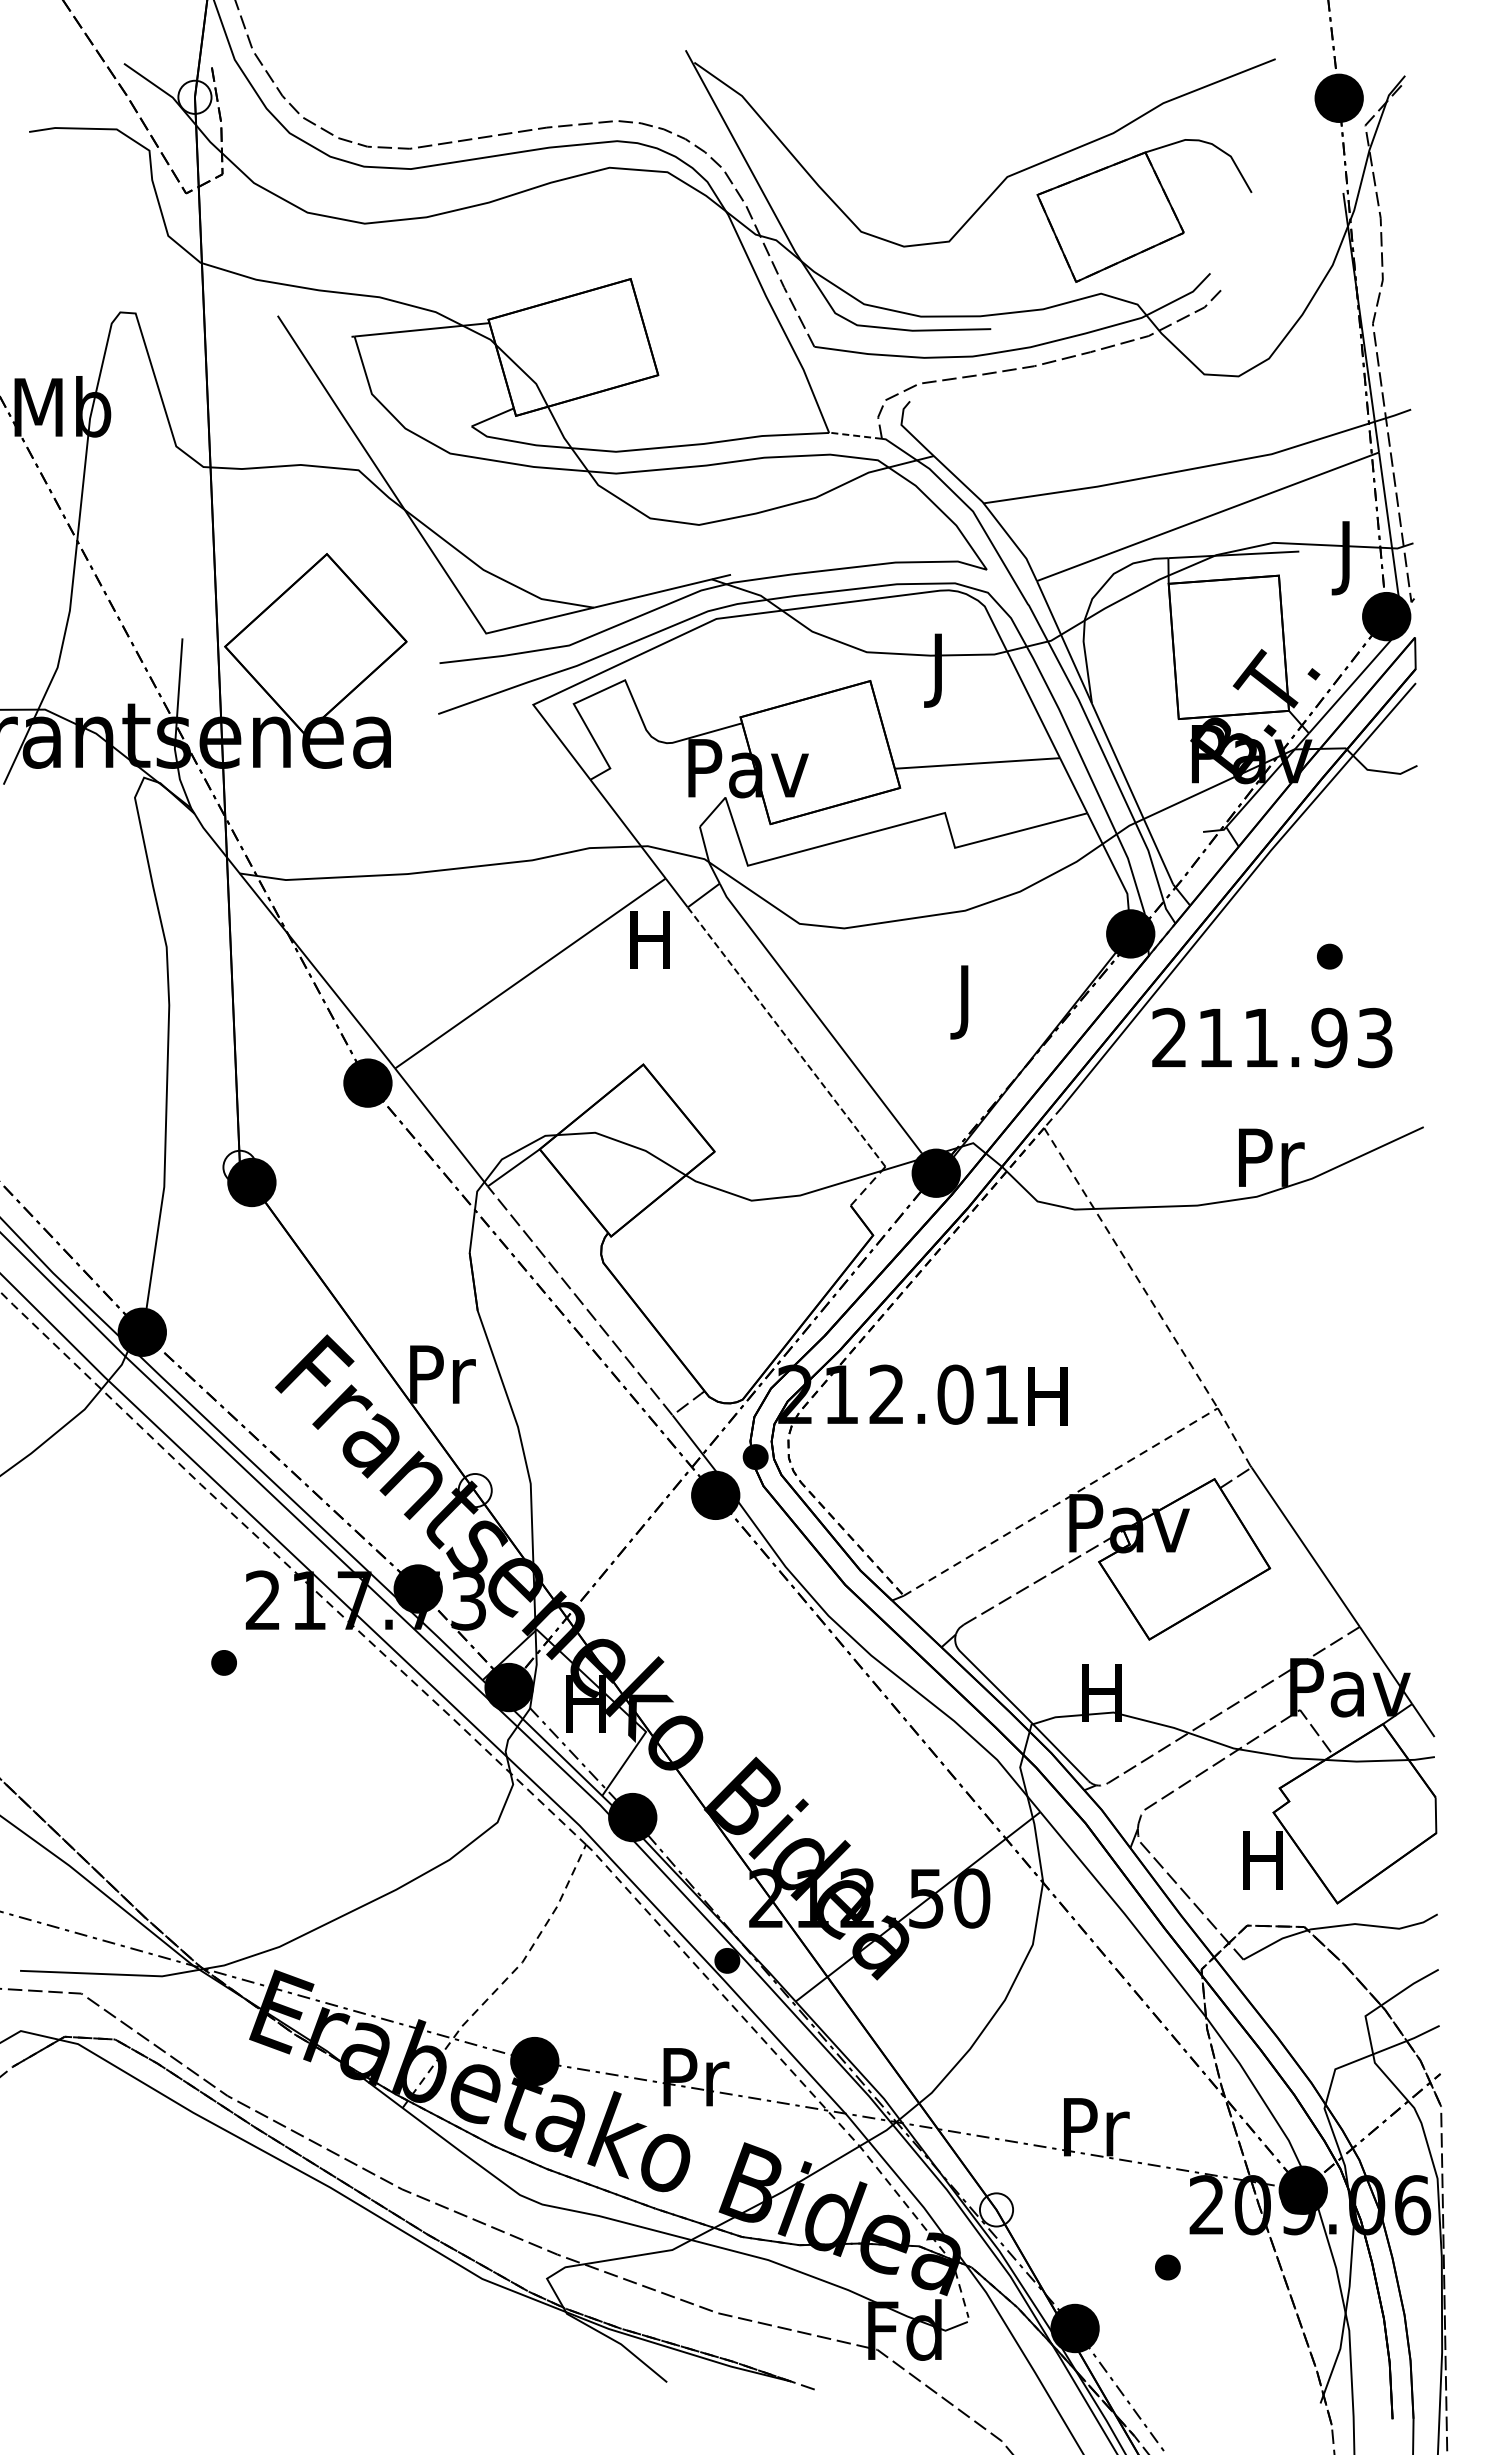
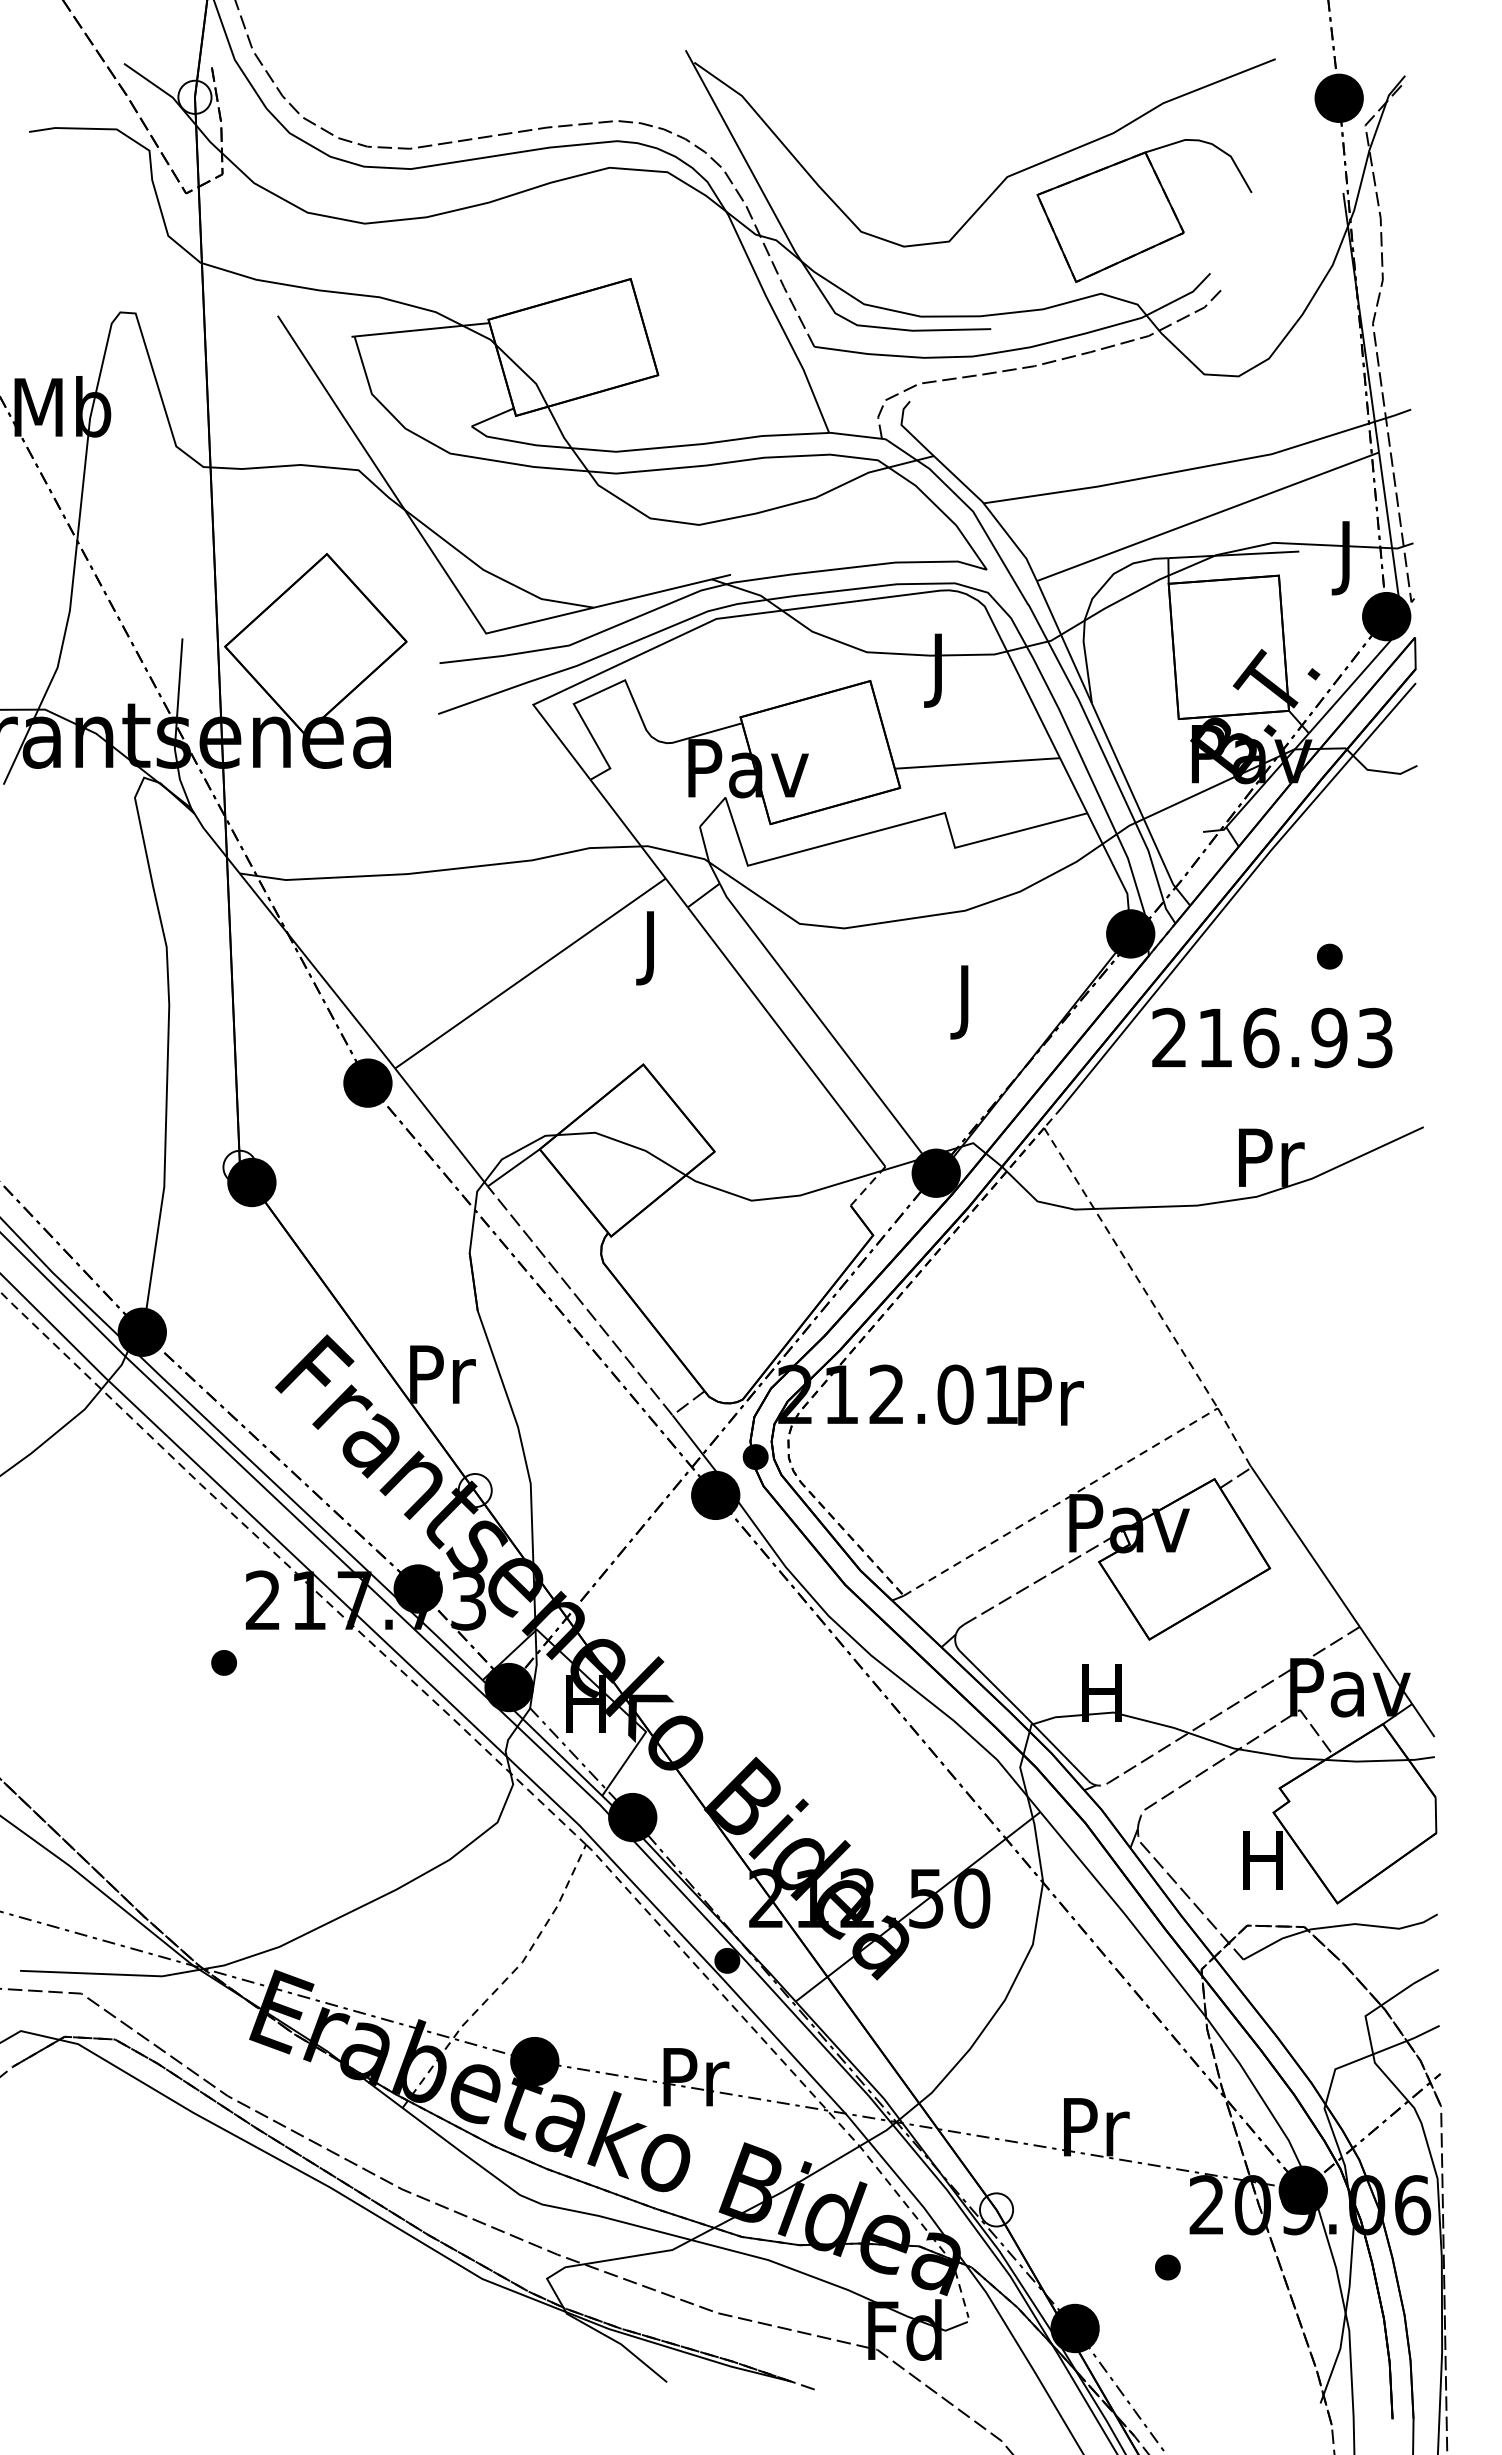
line at (854, 435): dashed -> solid
text at (649, 948): H -> J
line at (786, 1036): dashed -> solid
text at (1261, 1037): 211.93 -> 216.93
text at (1050, 1396): H -> Pr
